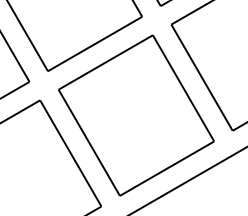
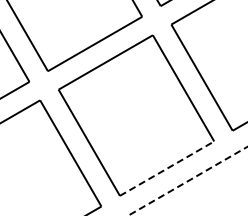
line at (167, 168): solid -> dashed
line at (188, 181): solid -> dashed
